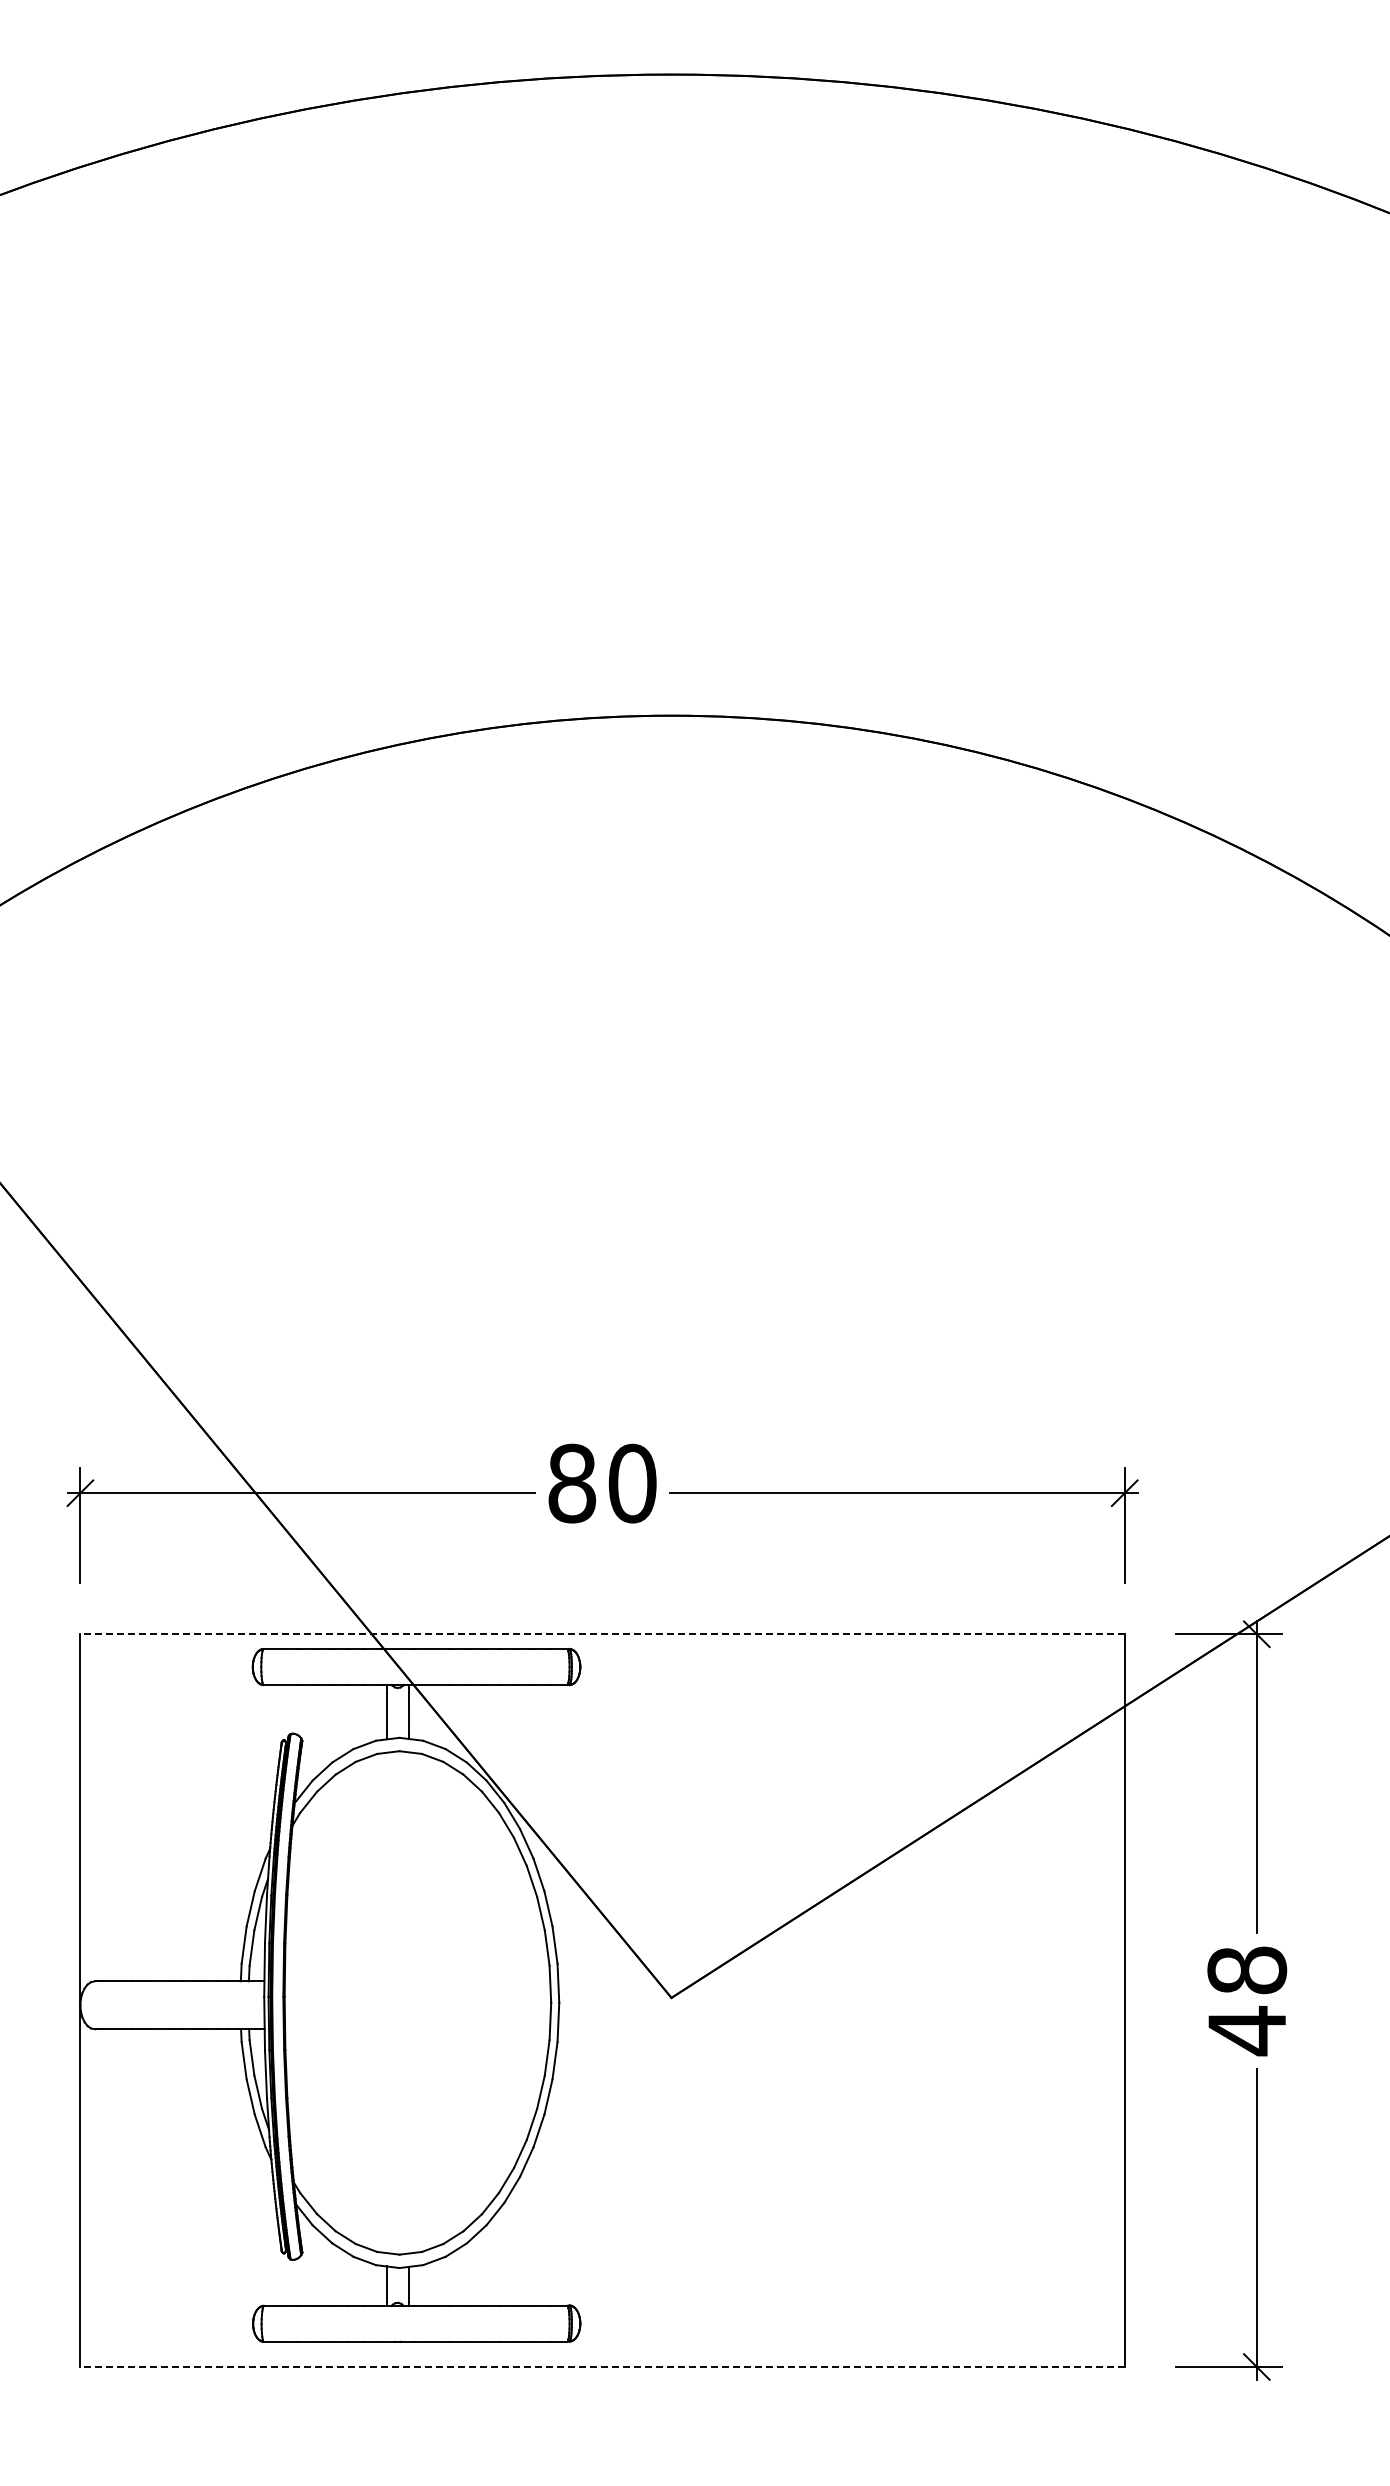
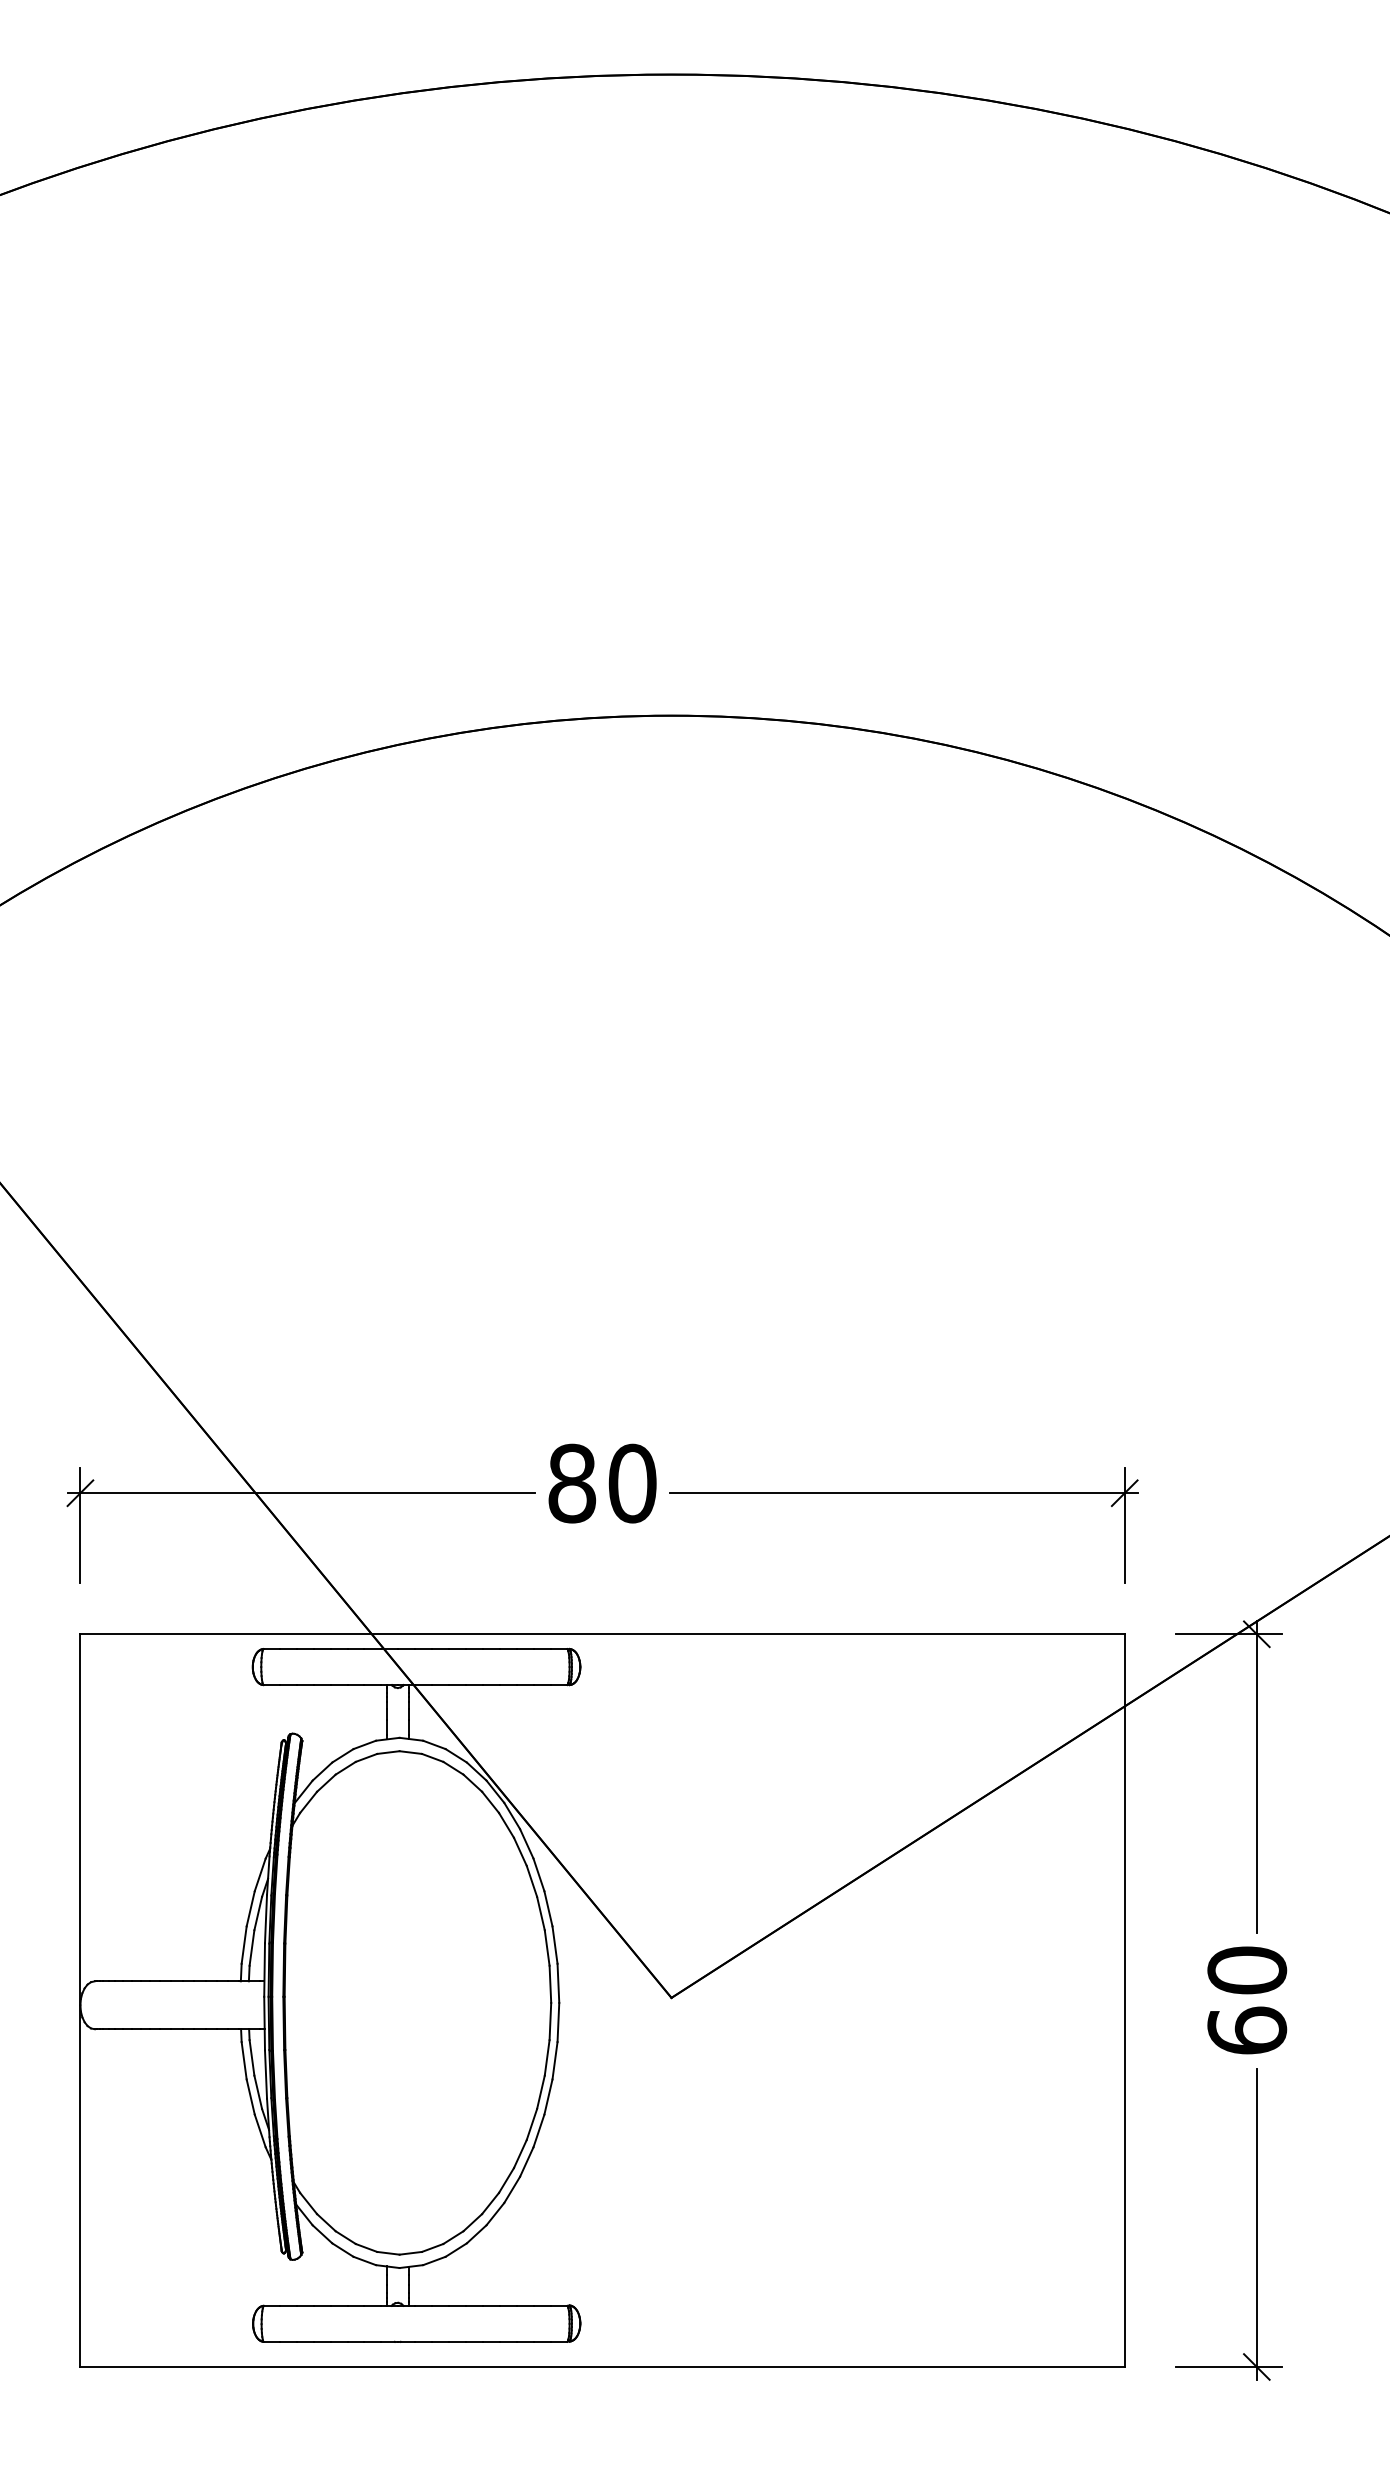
line at (602, 1634): dashed -> solid
text at (1247, 2001): 48 -> 60
line at (602, 2366): dashed -> solid
